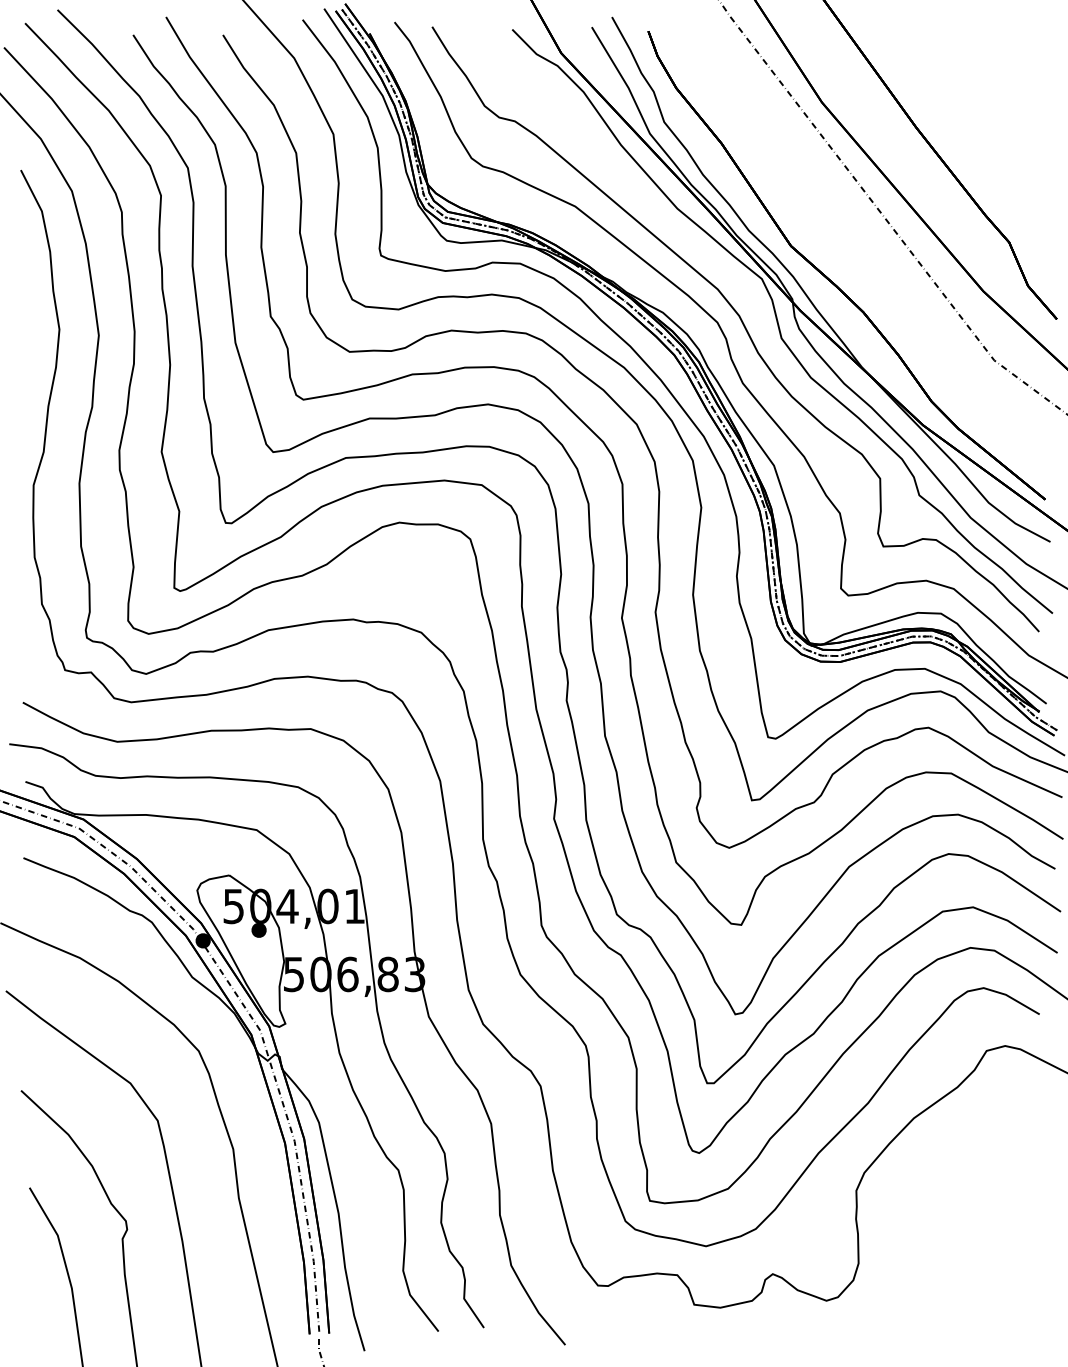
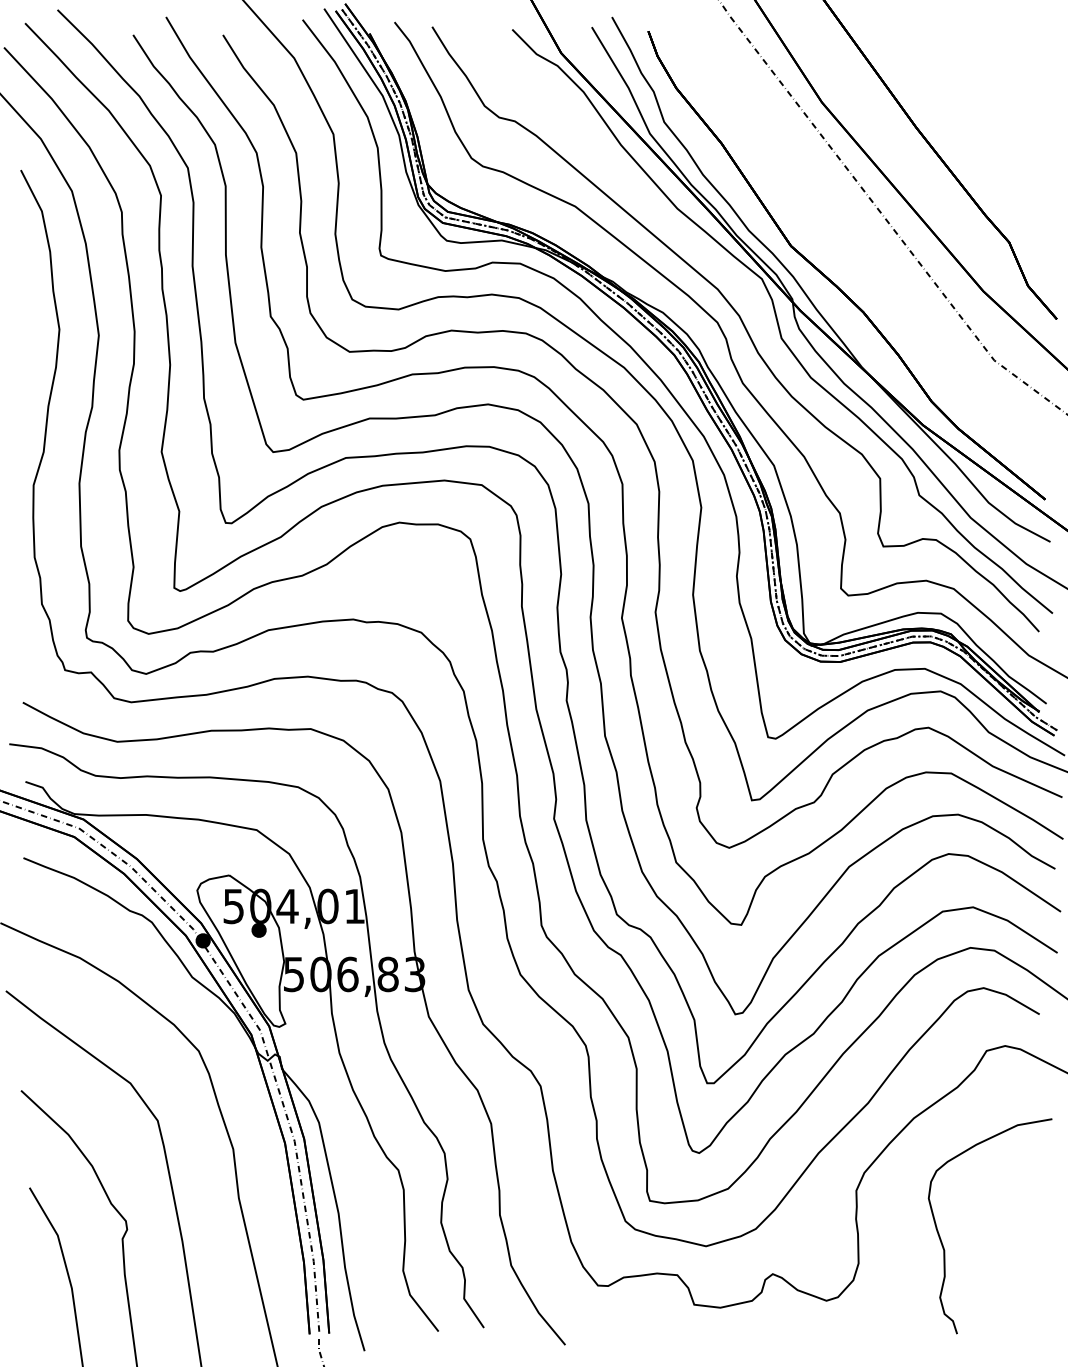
curve at (942, 1241): none -> present
